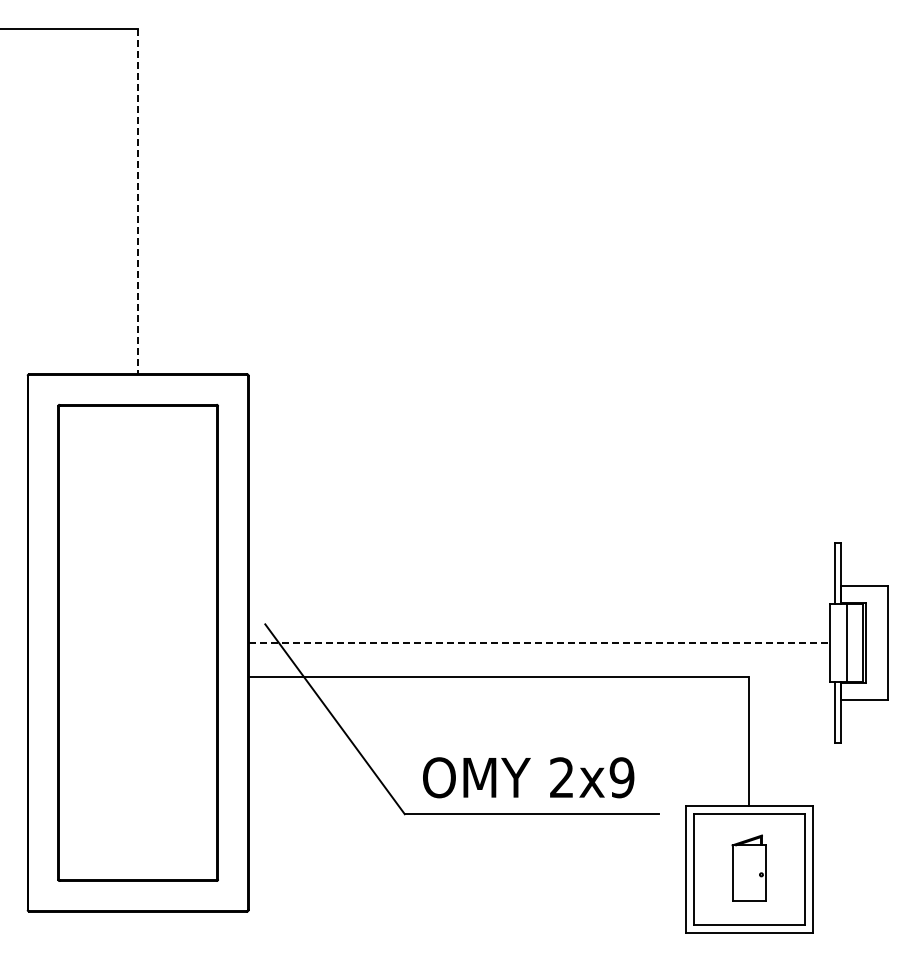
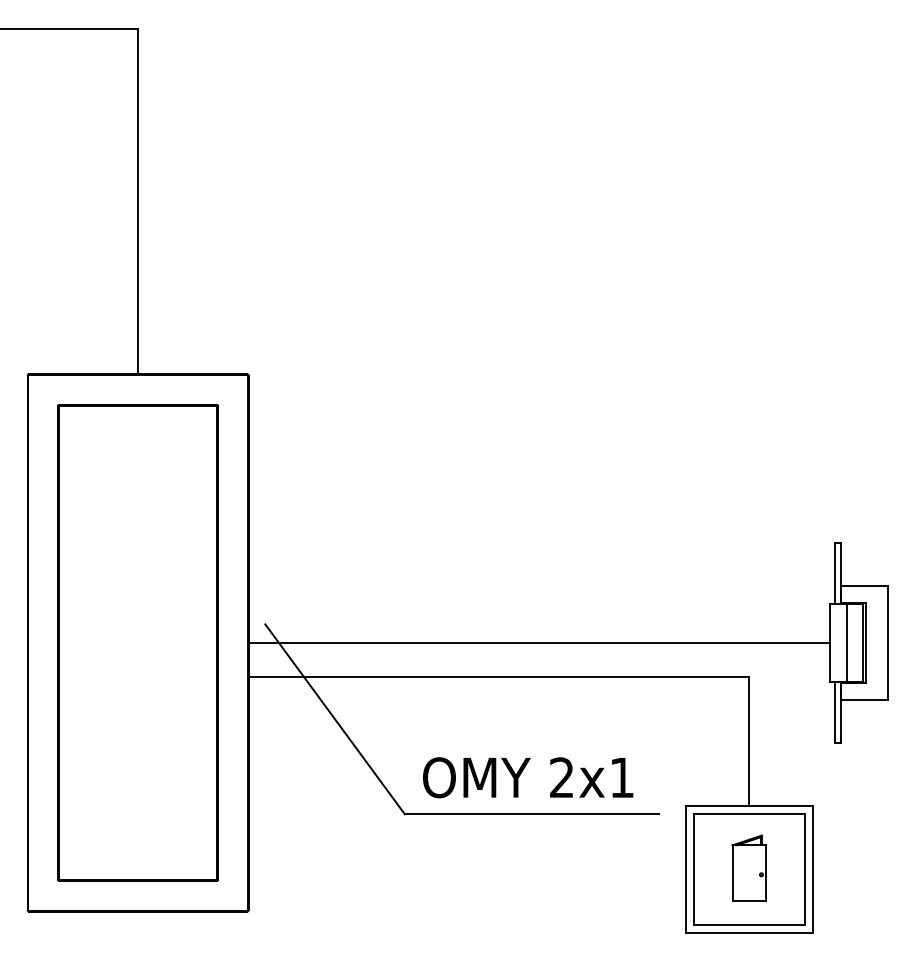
line at (138, 201): dashed -> solid
line at (539, 642): dashed -> solid
text at (621, 777): 2x9 -> 2x1
